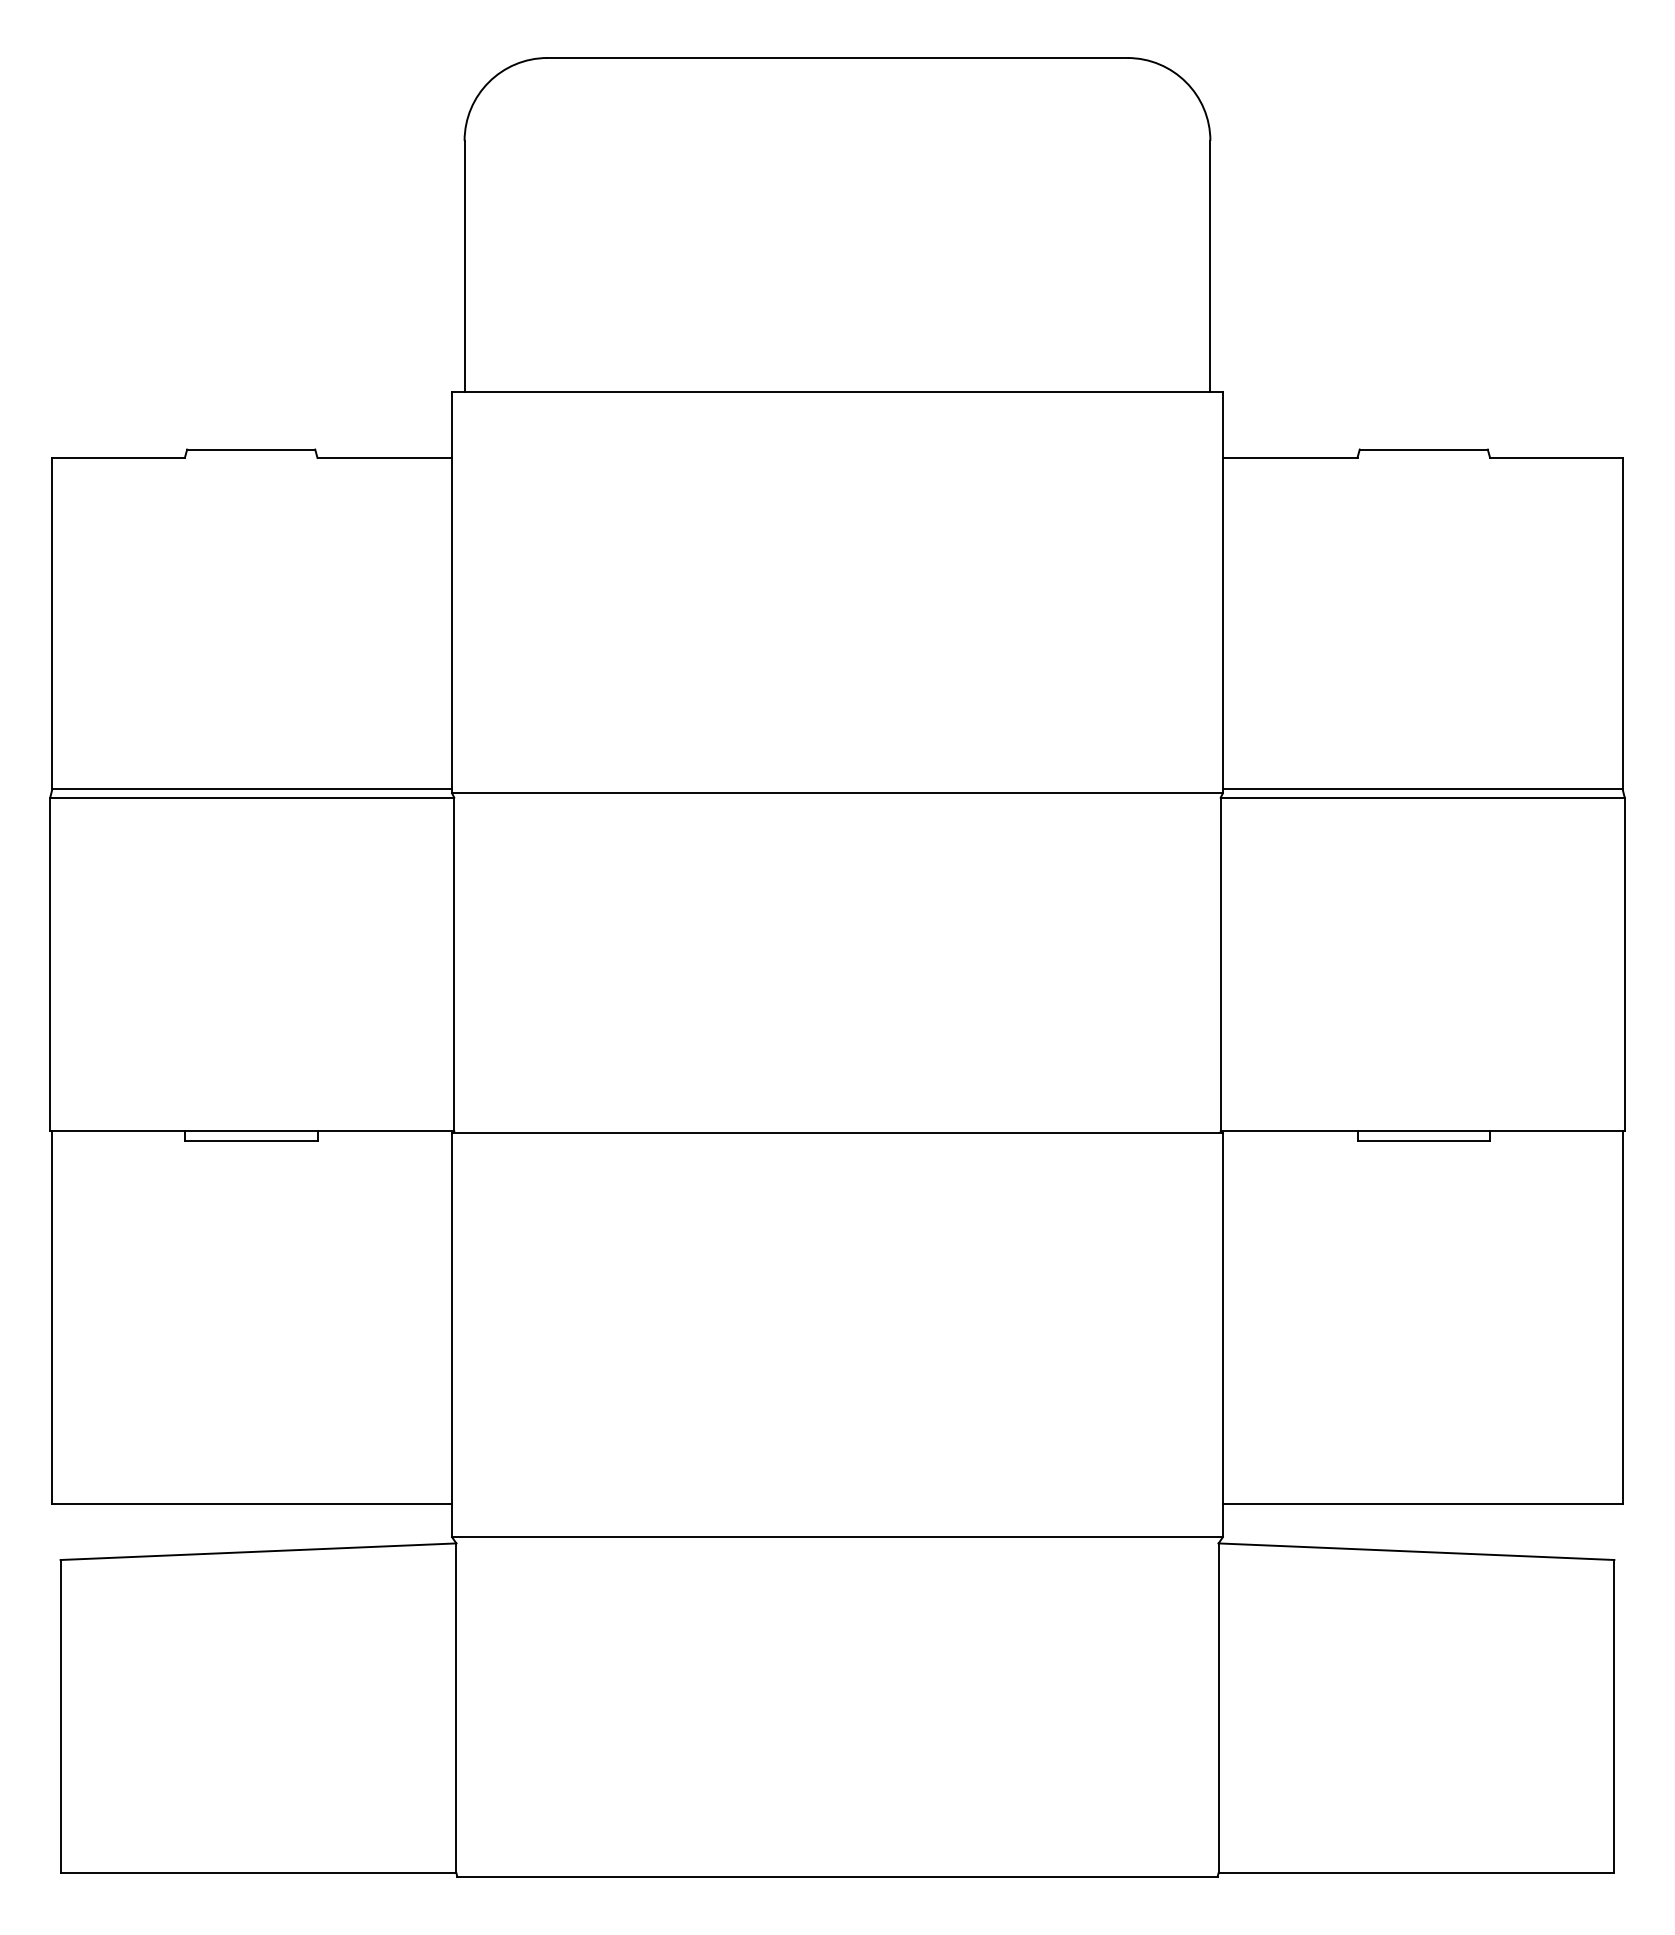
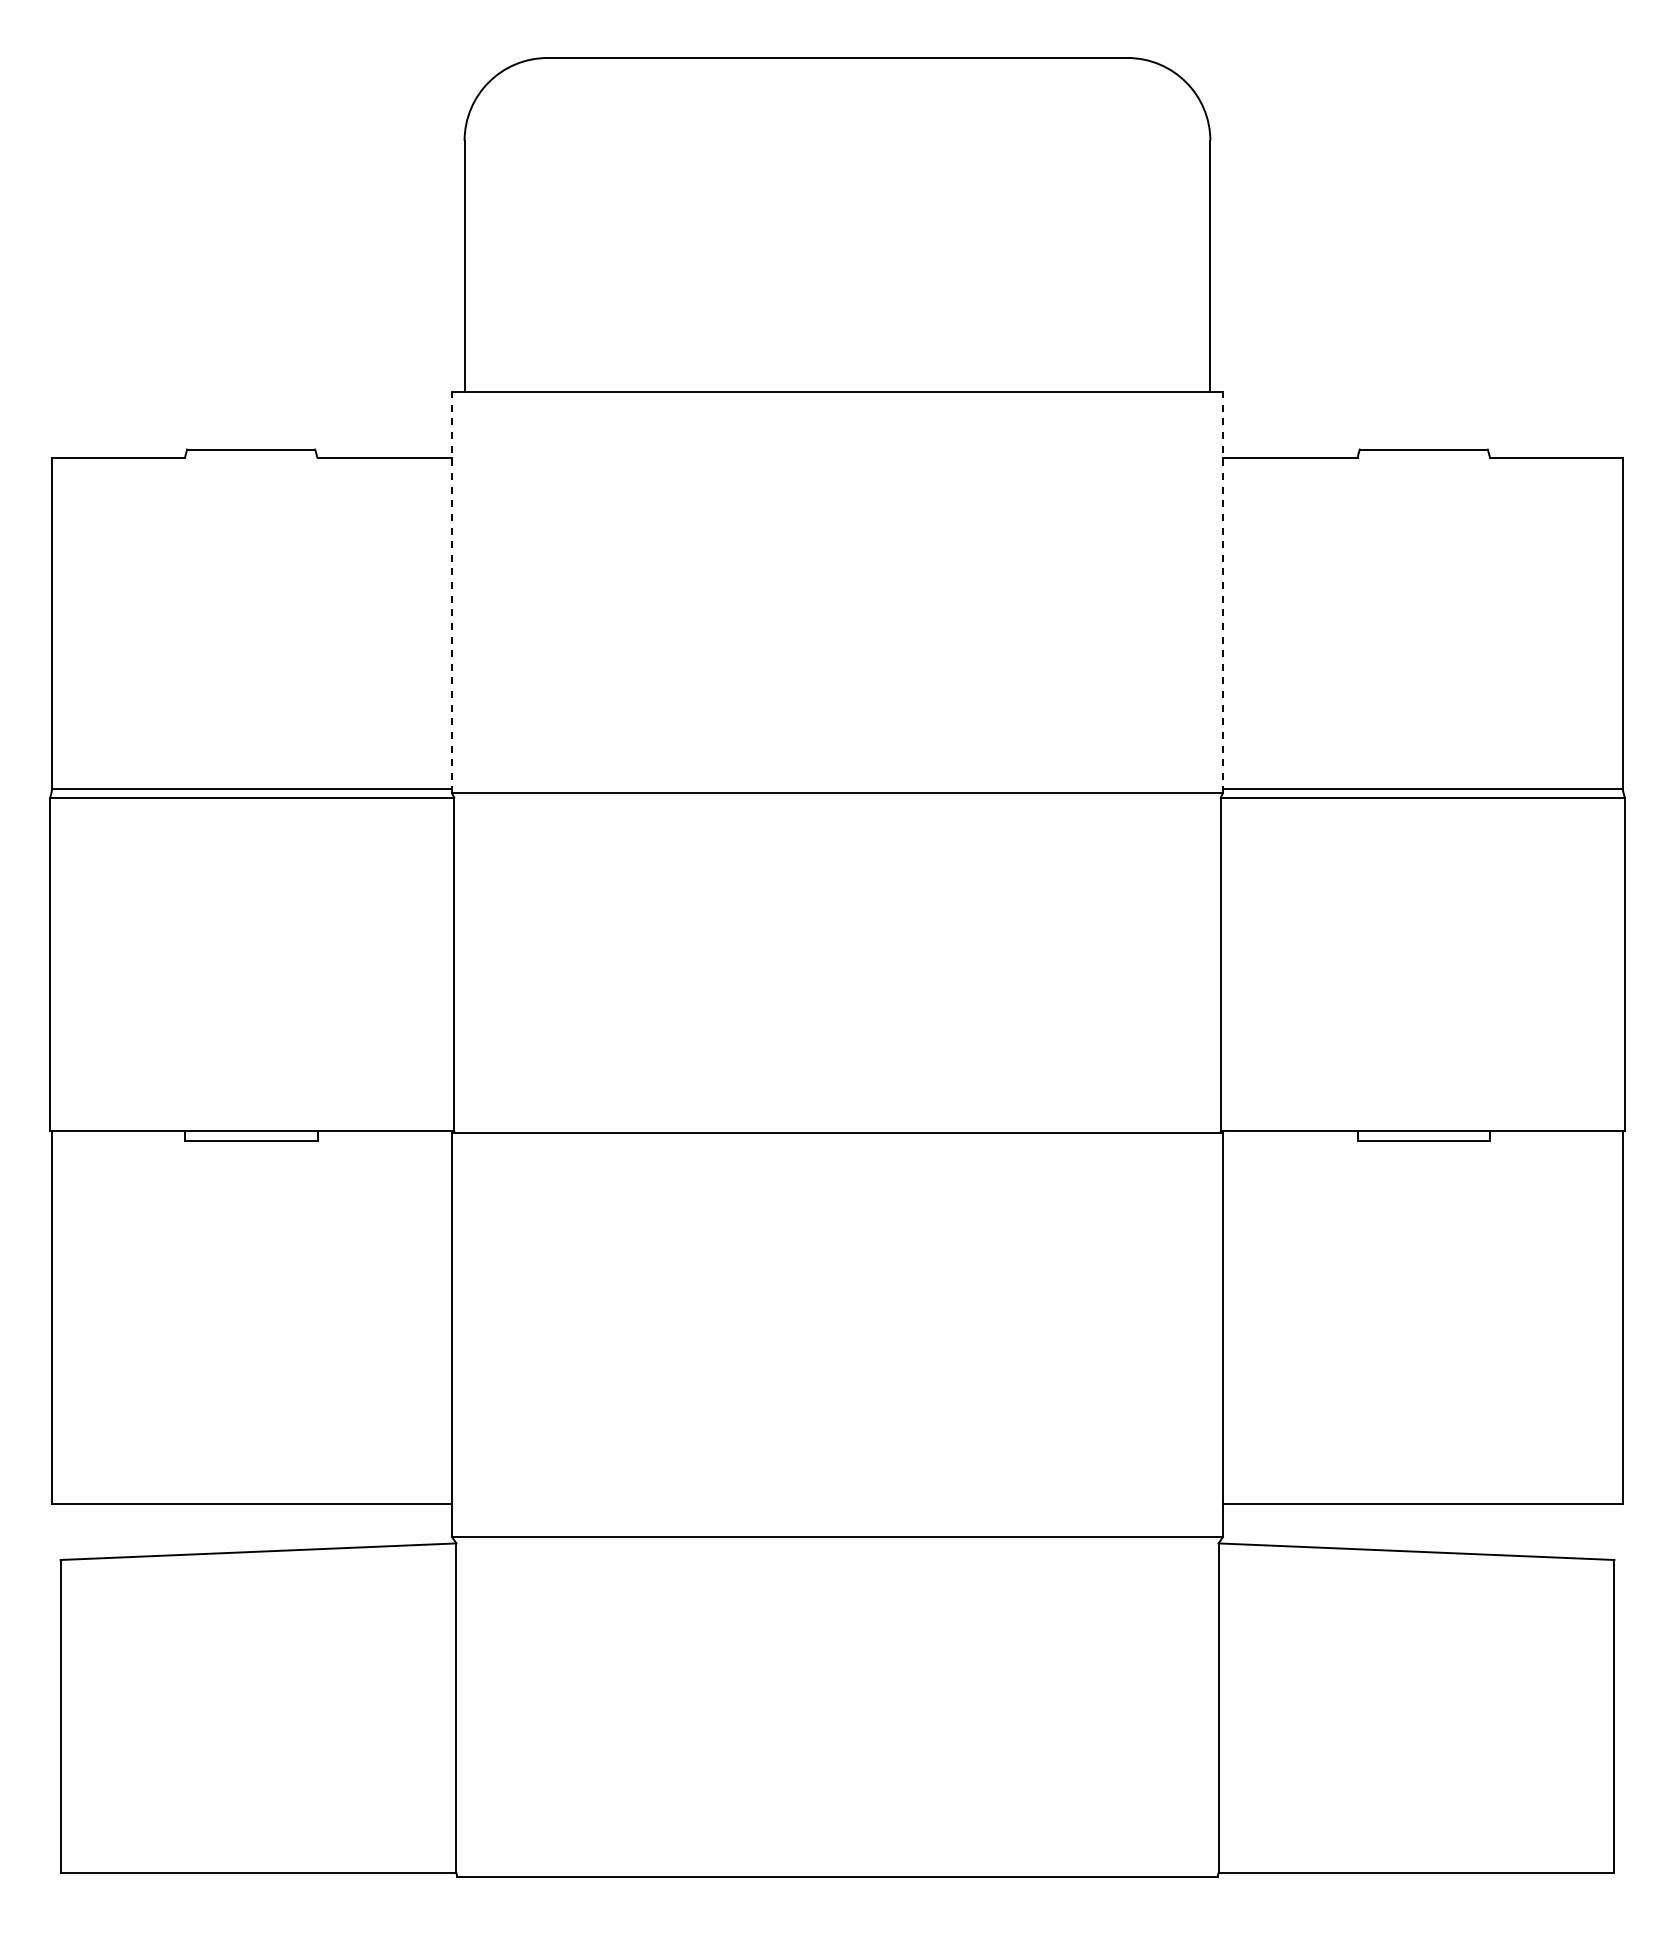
line at (452, 592): solid -> dashed
line at (1222, 592): solid -> dashed
